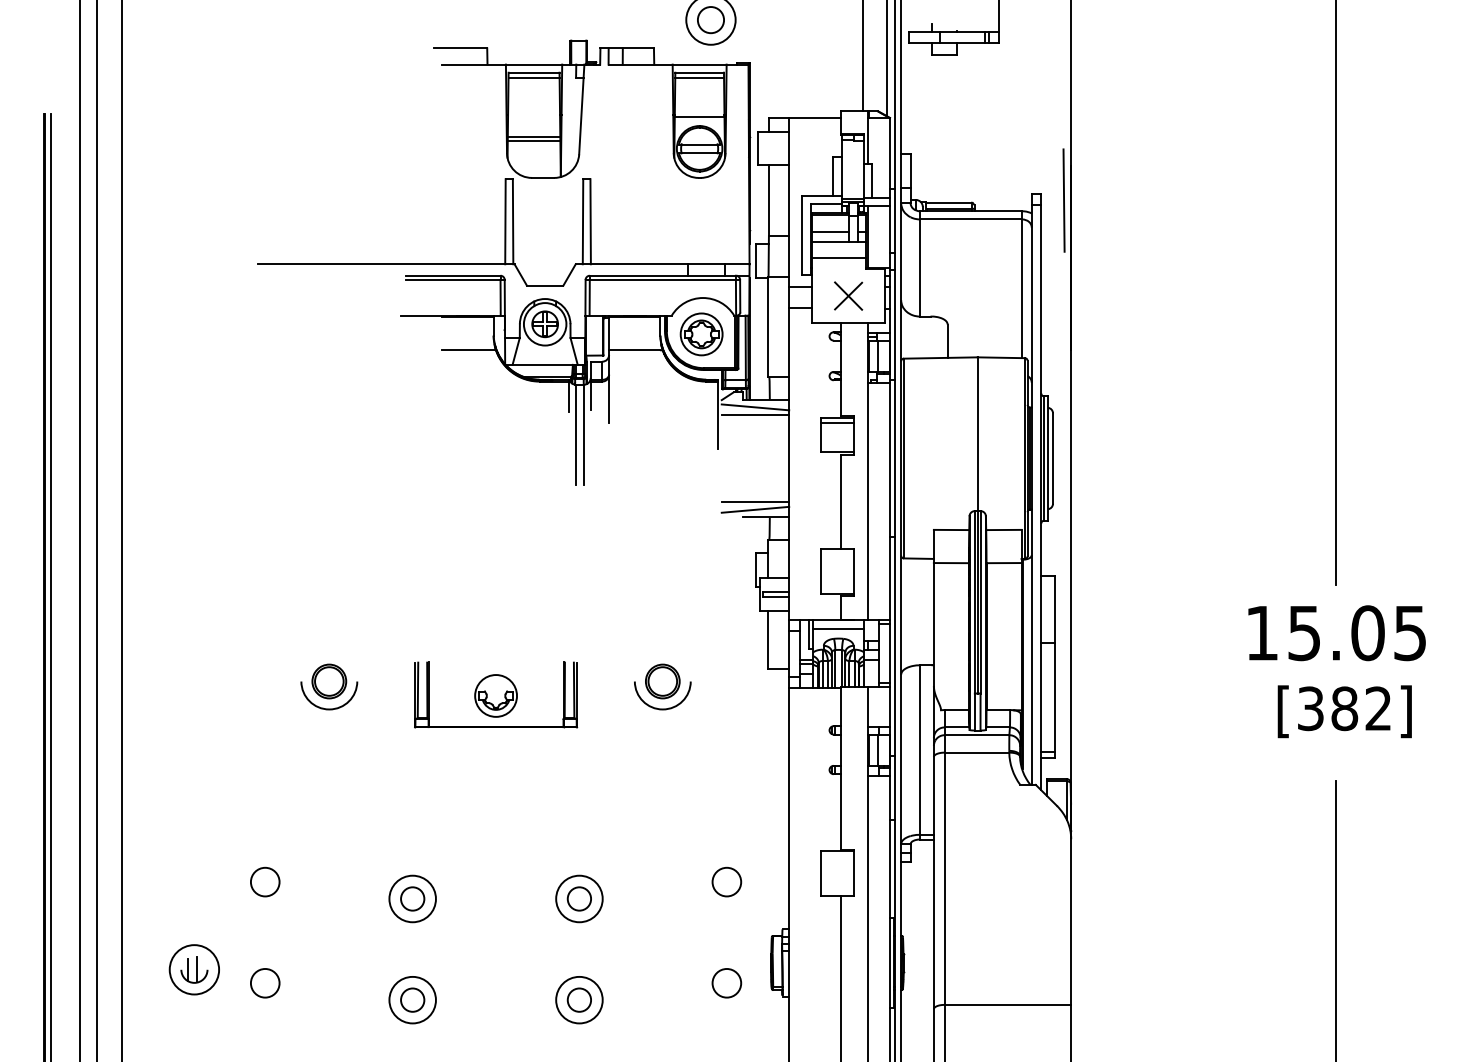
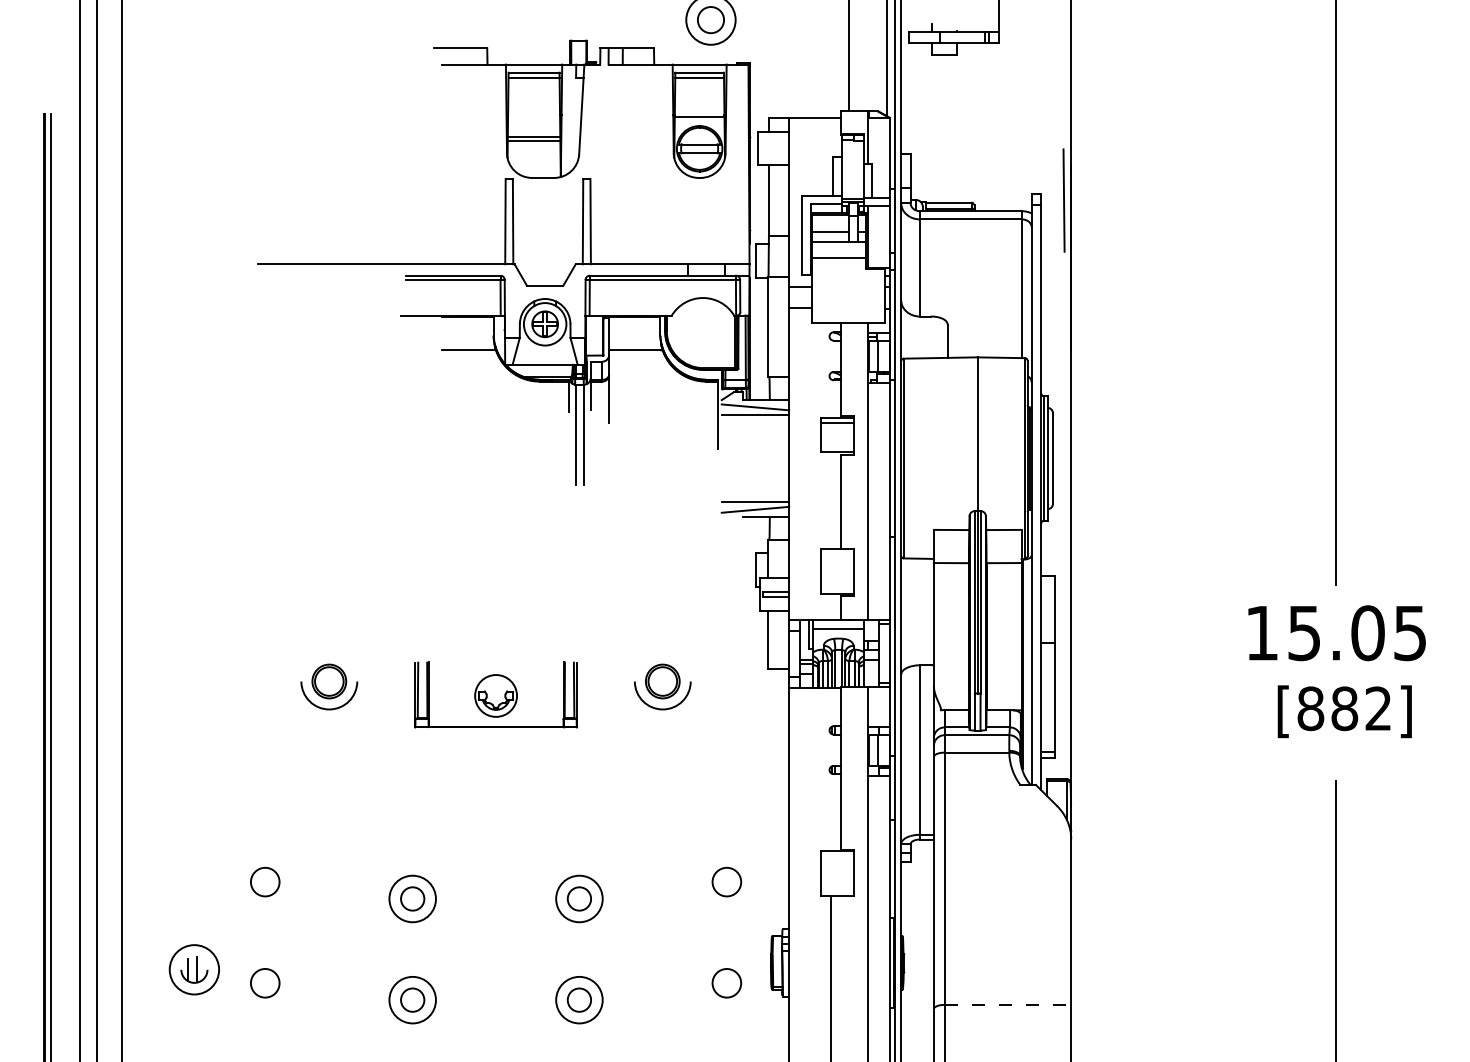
line at (863, 56) position: (863, 56) -> (849, 56)
part at (848, 295): present -> none
part at (701, 334): present -> none
text at (1310, 708): [382] -> [882]
line at (840, 976) position: (840, 976) -> (830, 976)
line at (1008, 1004): solid -> dashed
